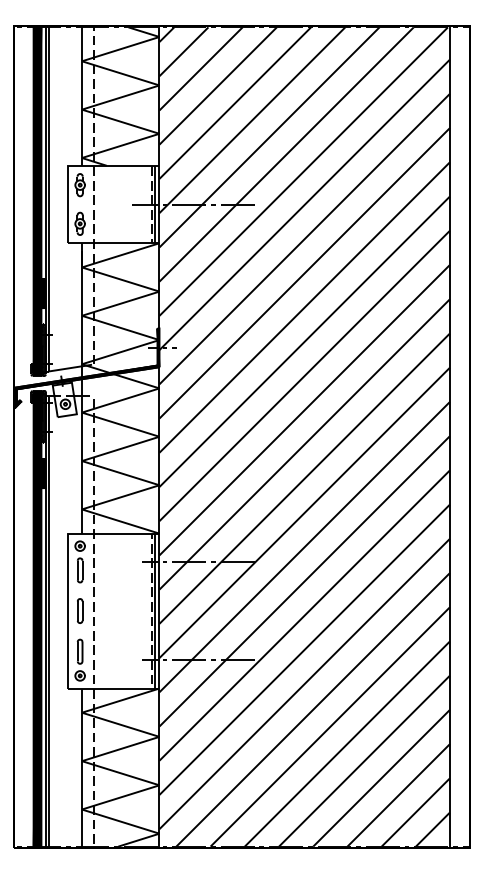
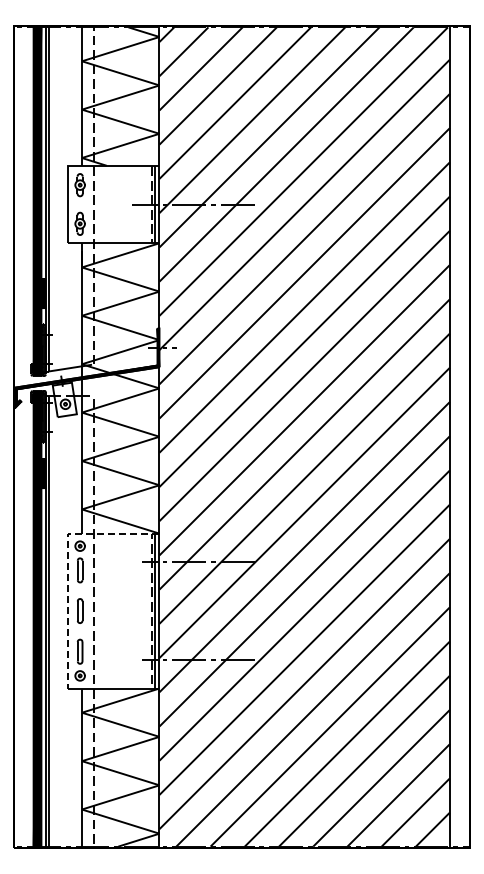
line at (67, 564): solid -> dashed
